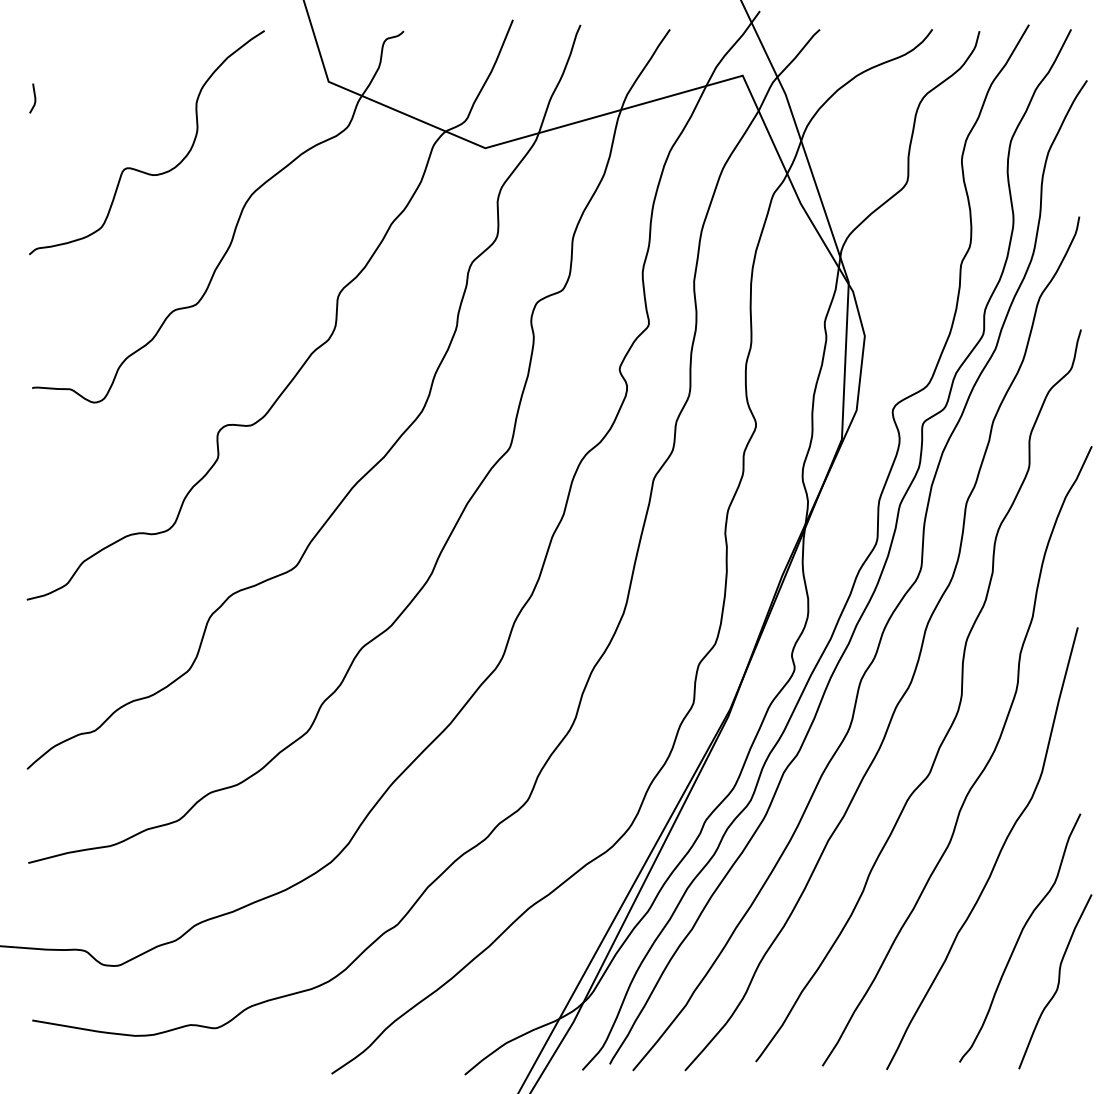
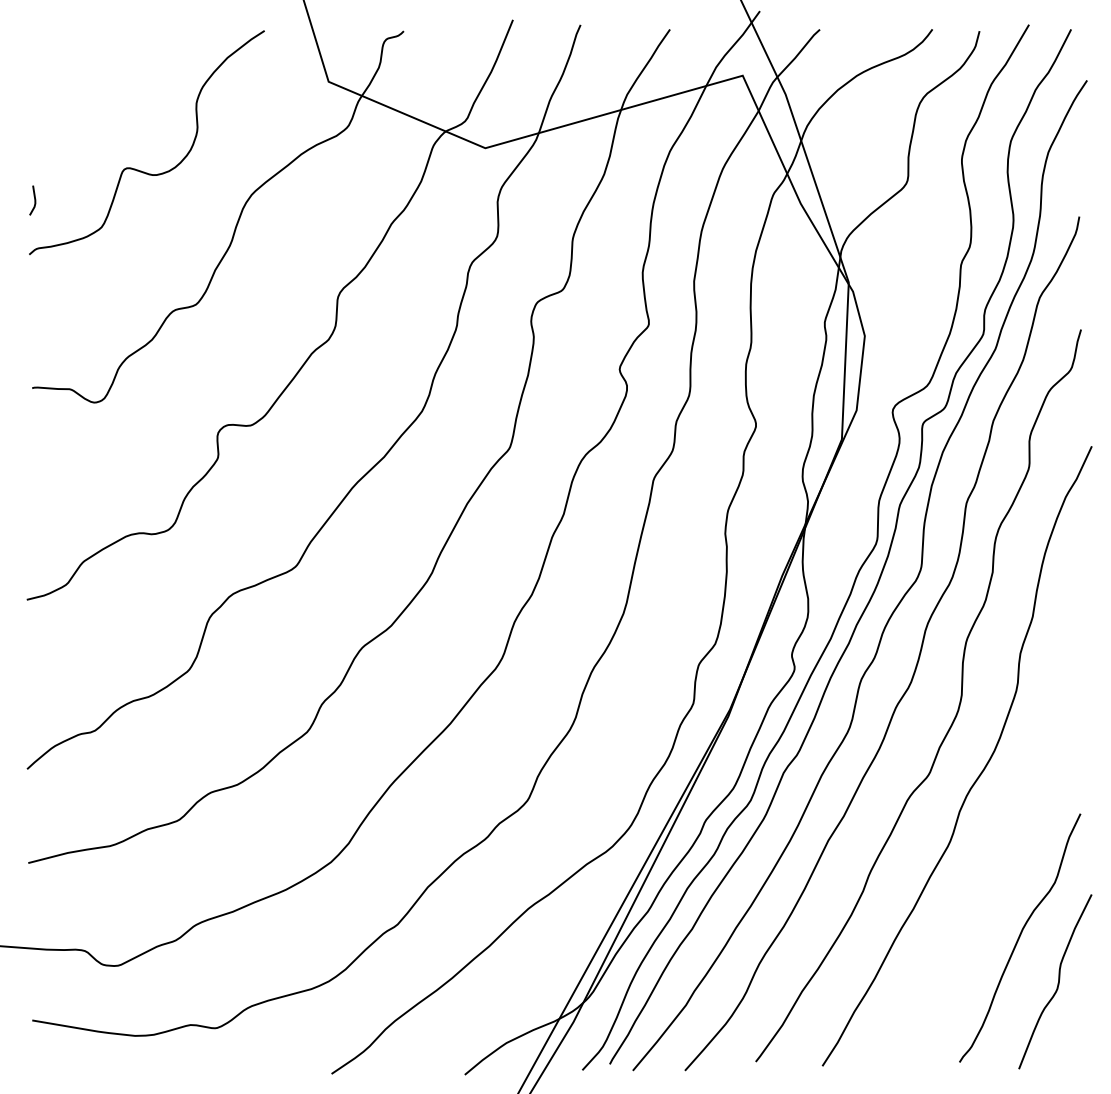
line at (34, 98) position: (34, 98) -> (34, 200)
curve at (997, 855): present -> none
